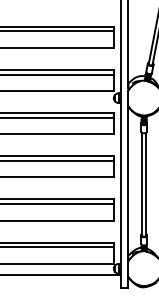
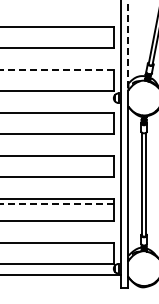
line at (58, 31): present -> none
line at (128, 44): solid -> dashed
line at (57, 69): solid -> dashed
line at (58, 74): present -> none
line at (58, 117): present -> none
line at (58, 160): present -> none
line at (57, 204): solid -> dashed
line at (58, 247): present -> none
